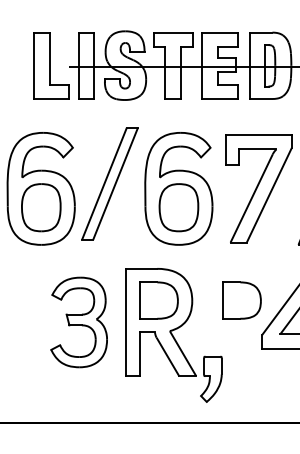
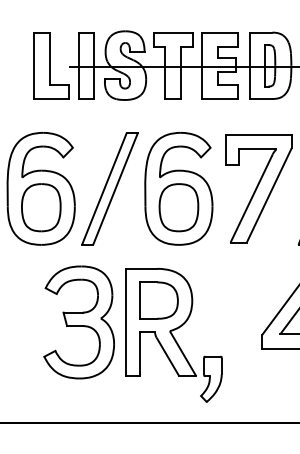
part at (109, 183) position: (109, 183) -> (109, 188)
part at (241, 300): present -> none
part at (78, 322) size: 58x93 px -> 72x115 px
